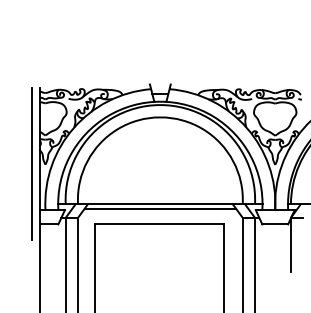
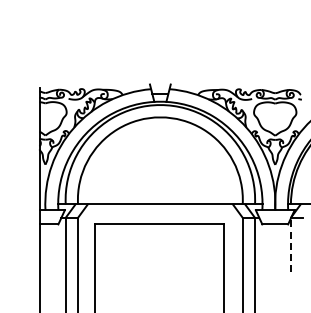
line at (31, 163): present -> none
line at (160, 208): present -> none
line at (290, 245): solid -> dashed
